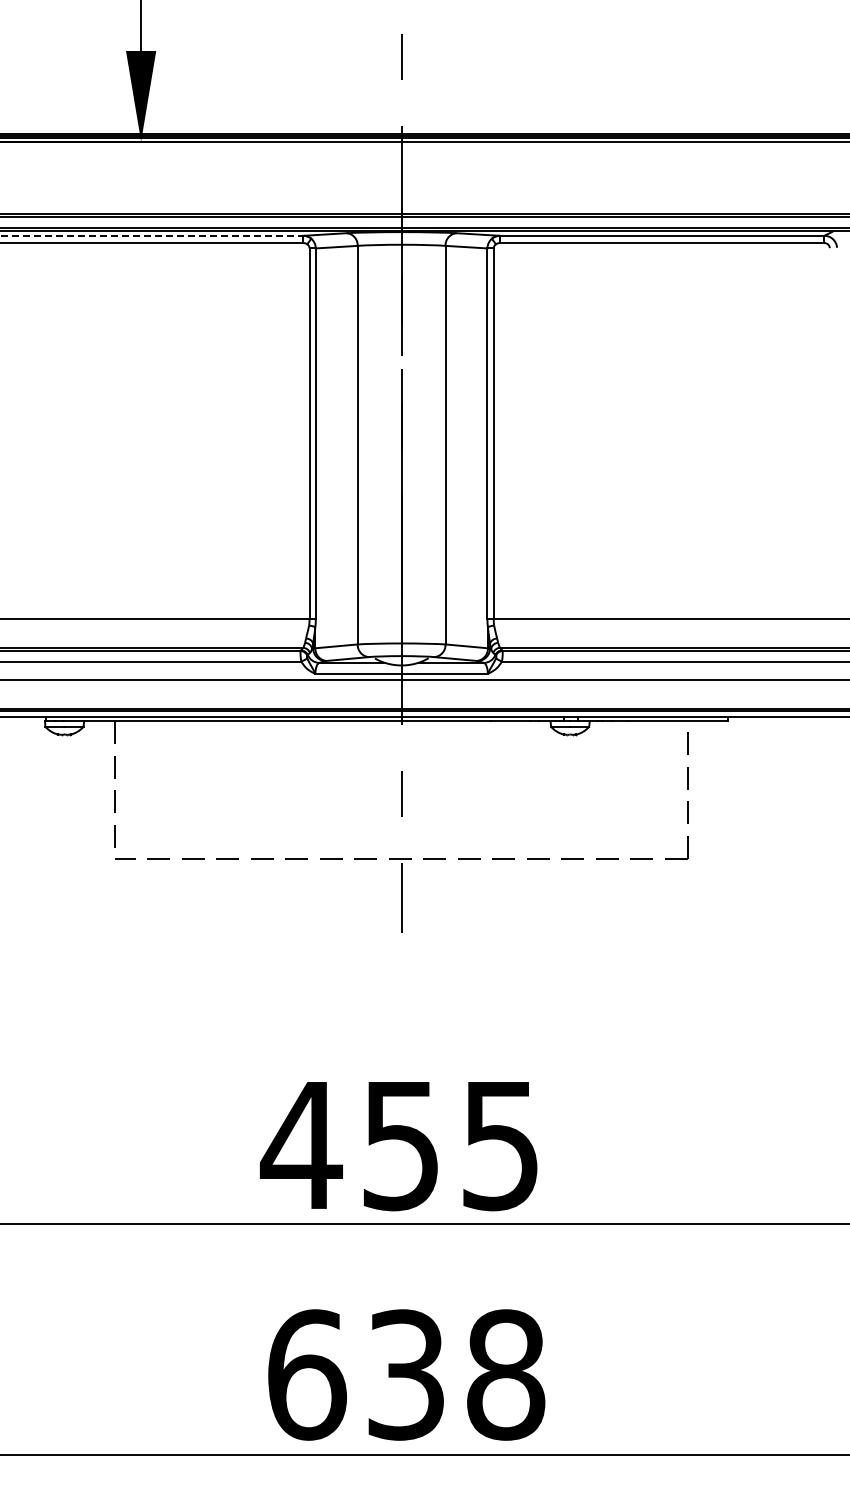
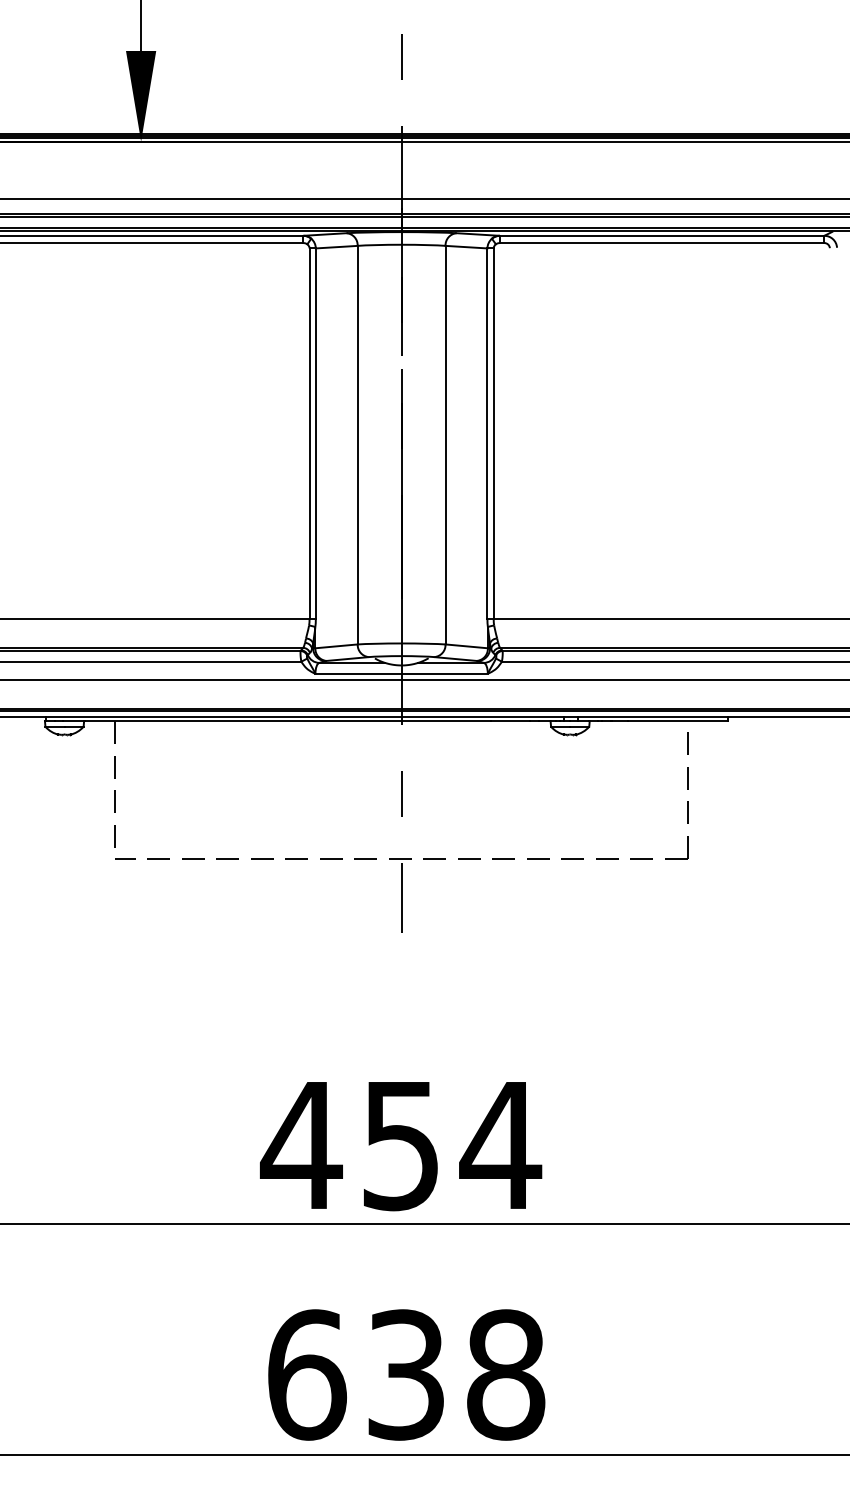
line at (424, 199): none -> present
line at (152, 235): dashed -> solid
text at (500, 1146): 455 -> 454
